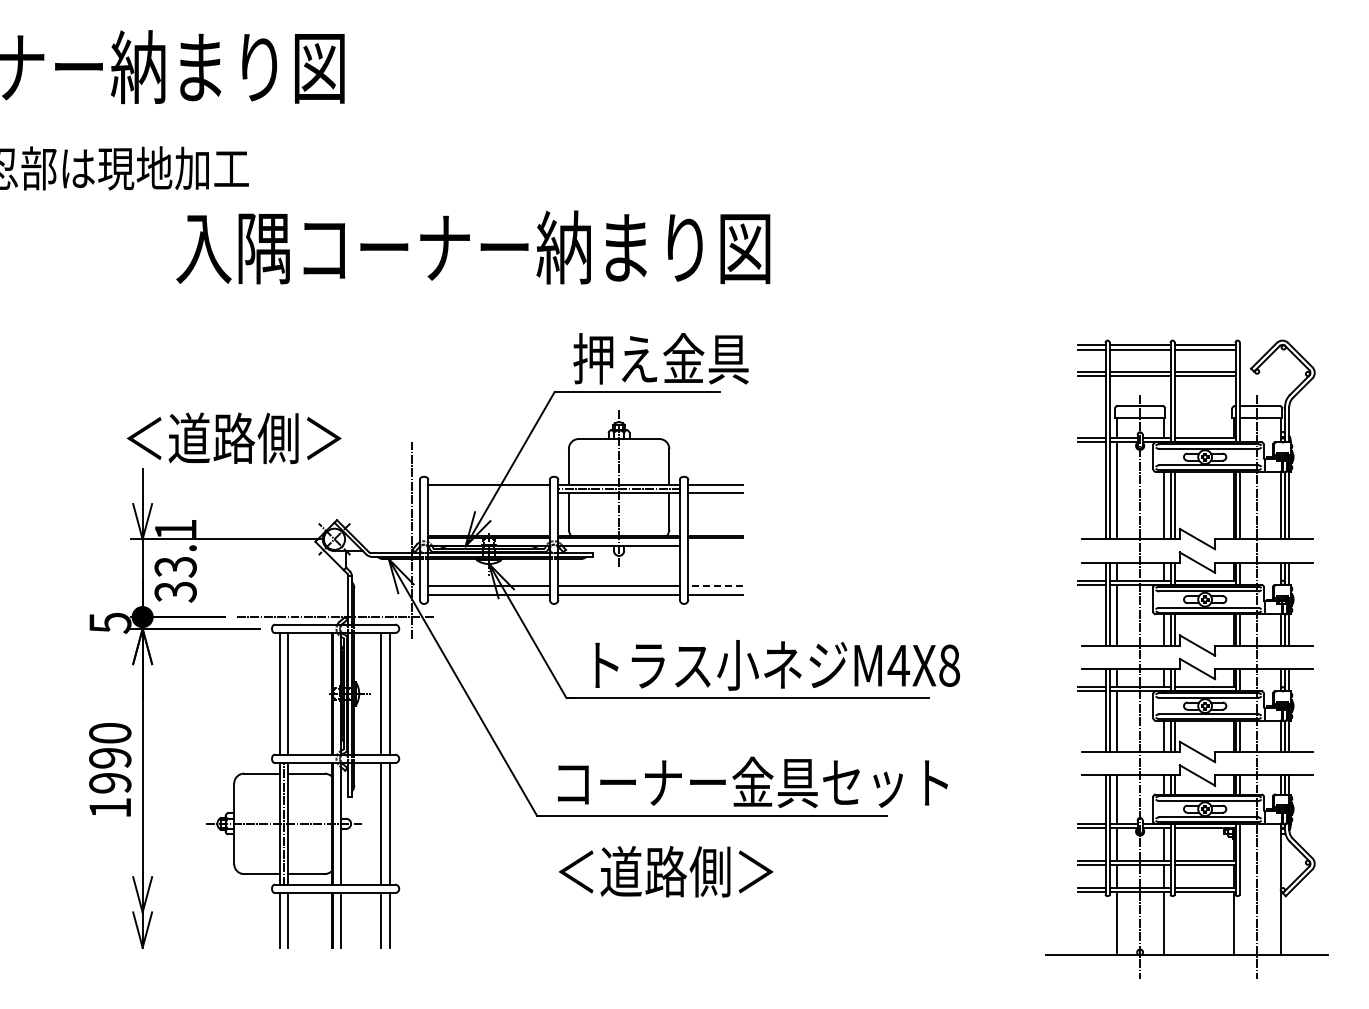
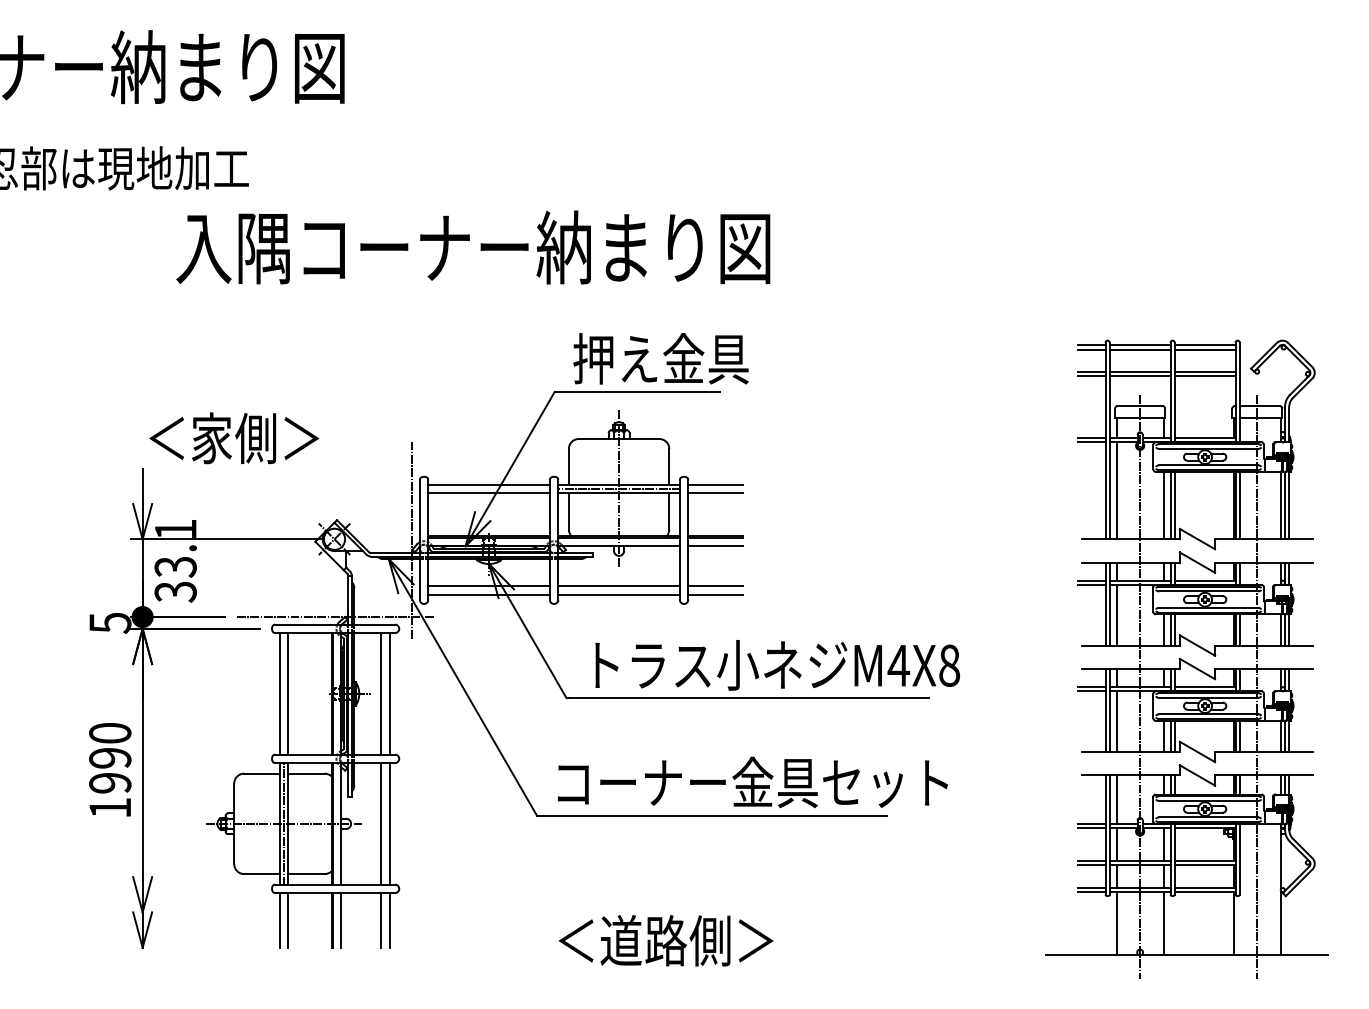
text at (233, 438): ＜道路側＞ -> ＜家側＞
line at (488, 492): none -> present
line at (715, 546): none -> present
line at (715, 586): dashed -> solid
text at (665, 871) position: (665, 871) -> (665, 940)
